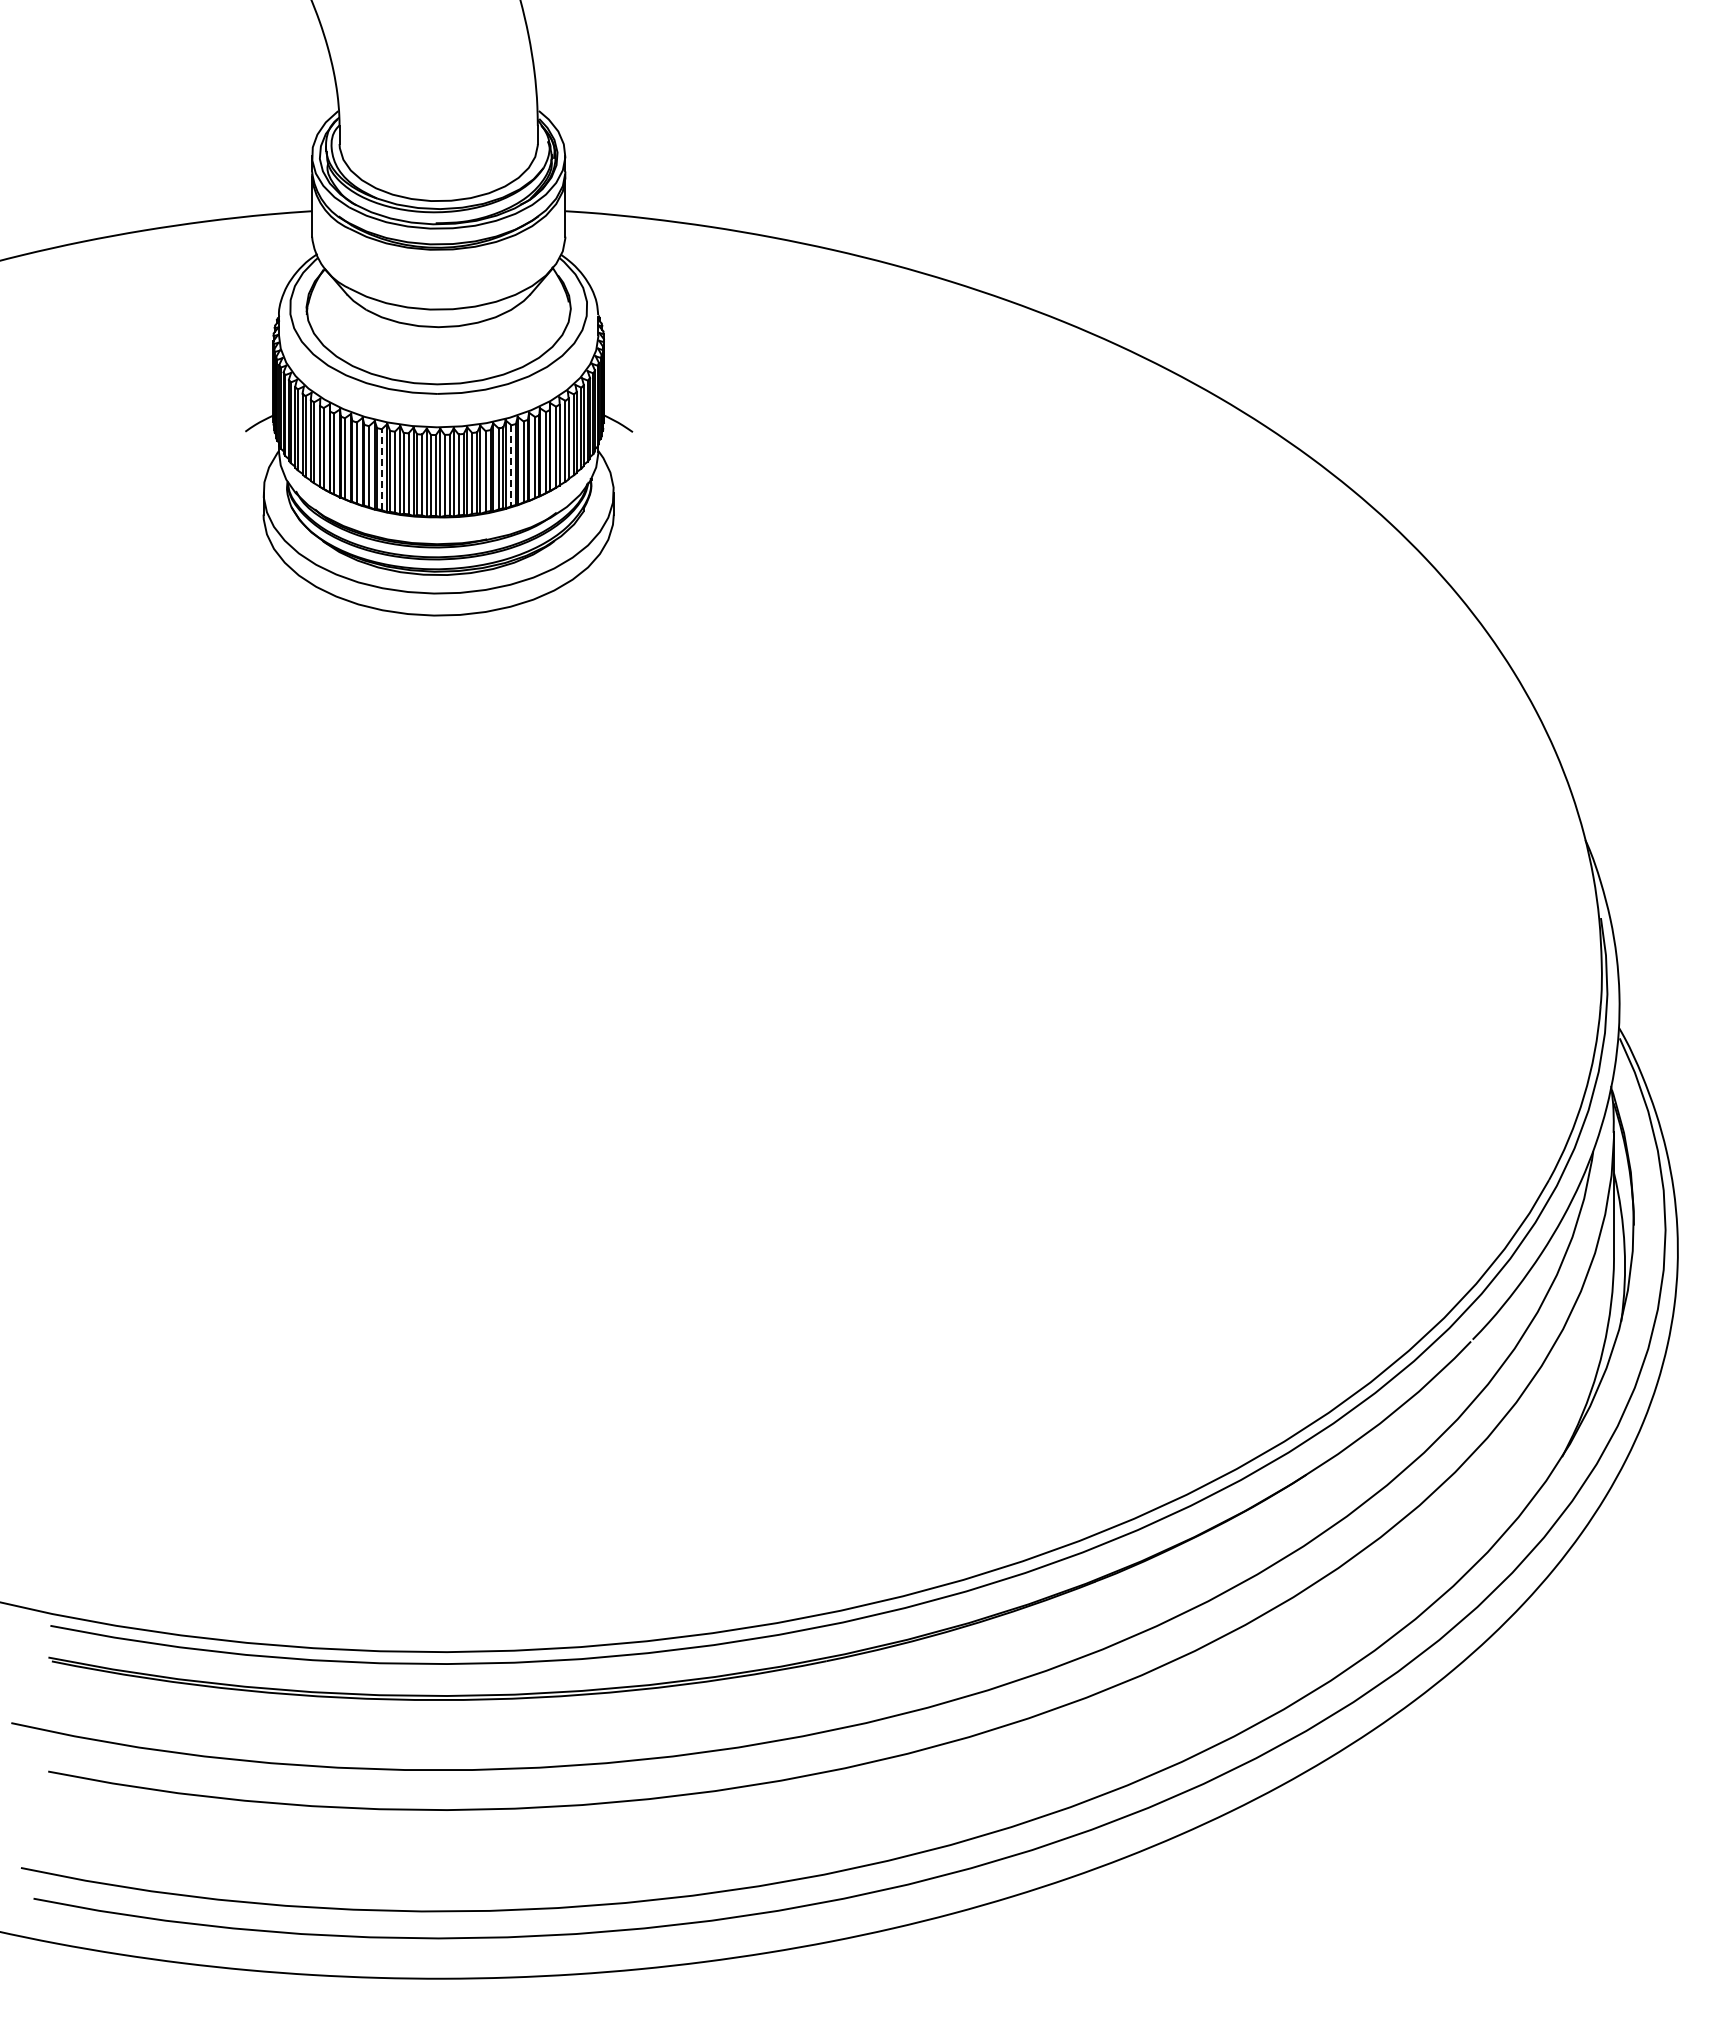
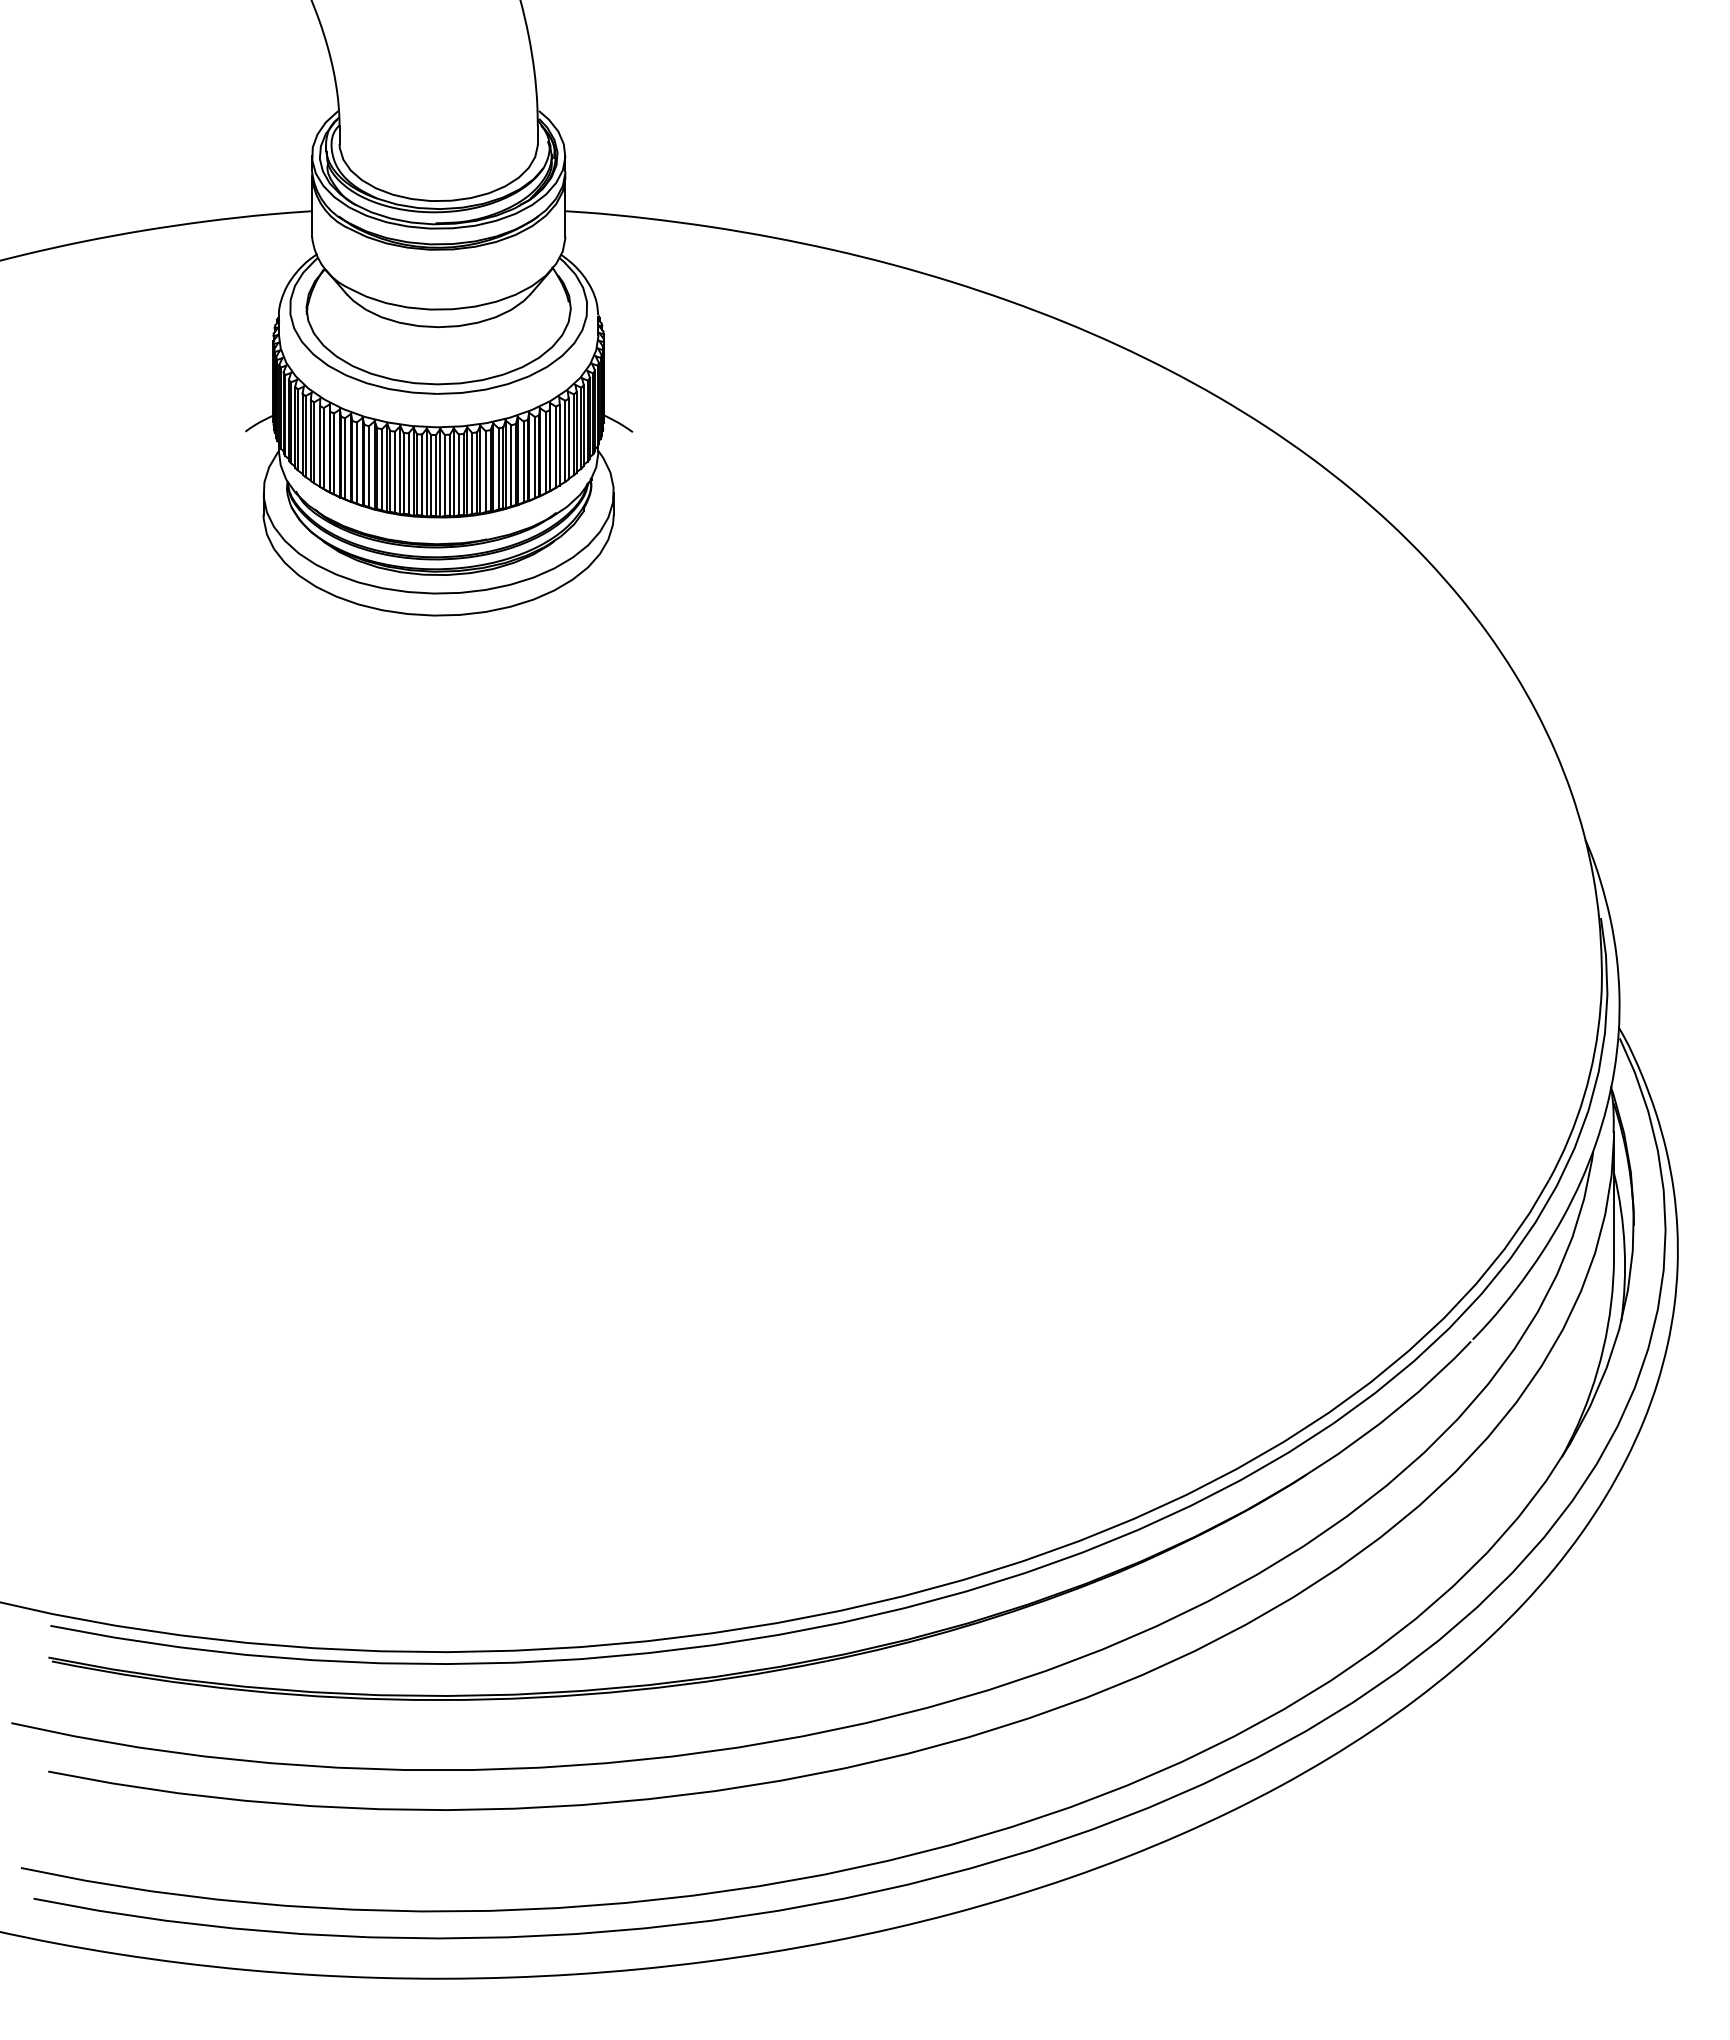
line at (511, 466): dashed -> solid
line at (381, 469): dashed -> solid
